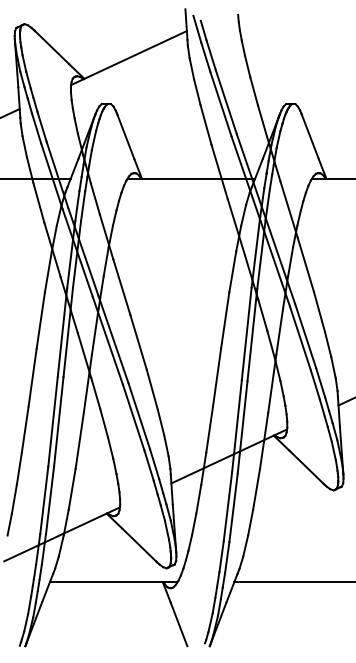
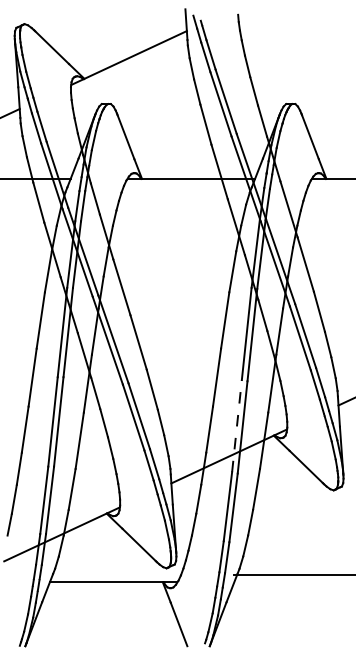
line at (237, 425): solid -> dashed
line at (293, 582) position: (293, 582) -> (293, 575)
